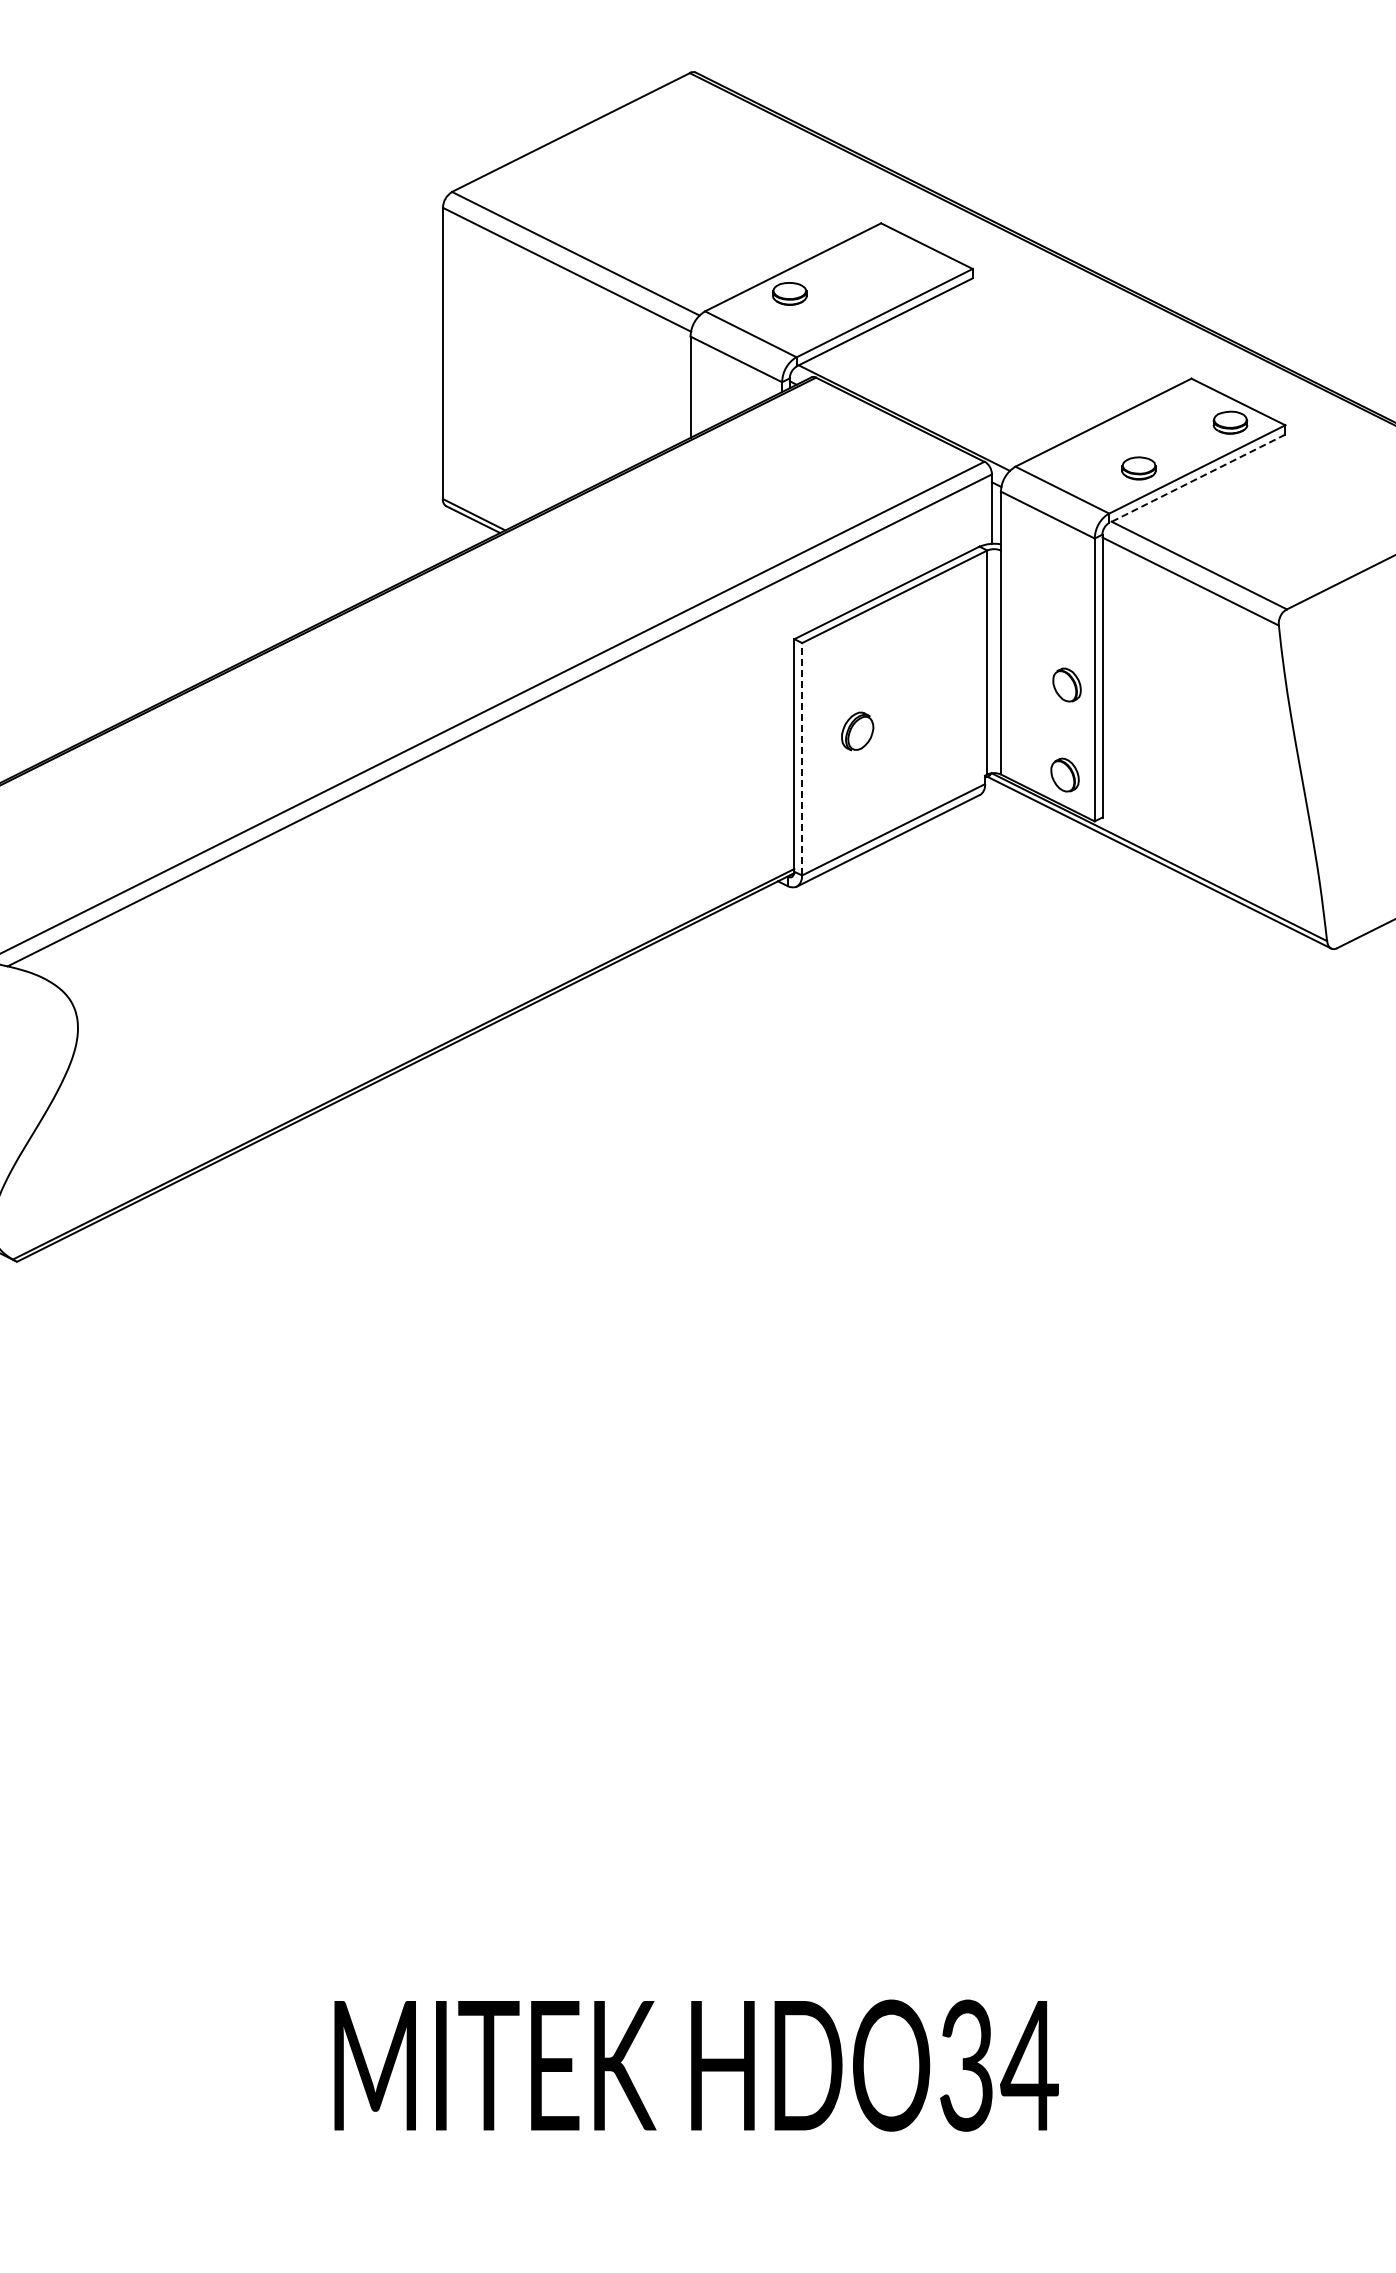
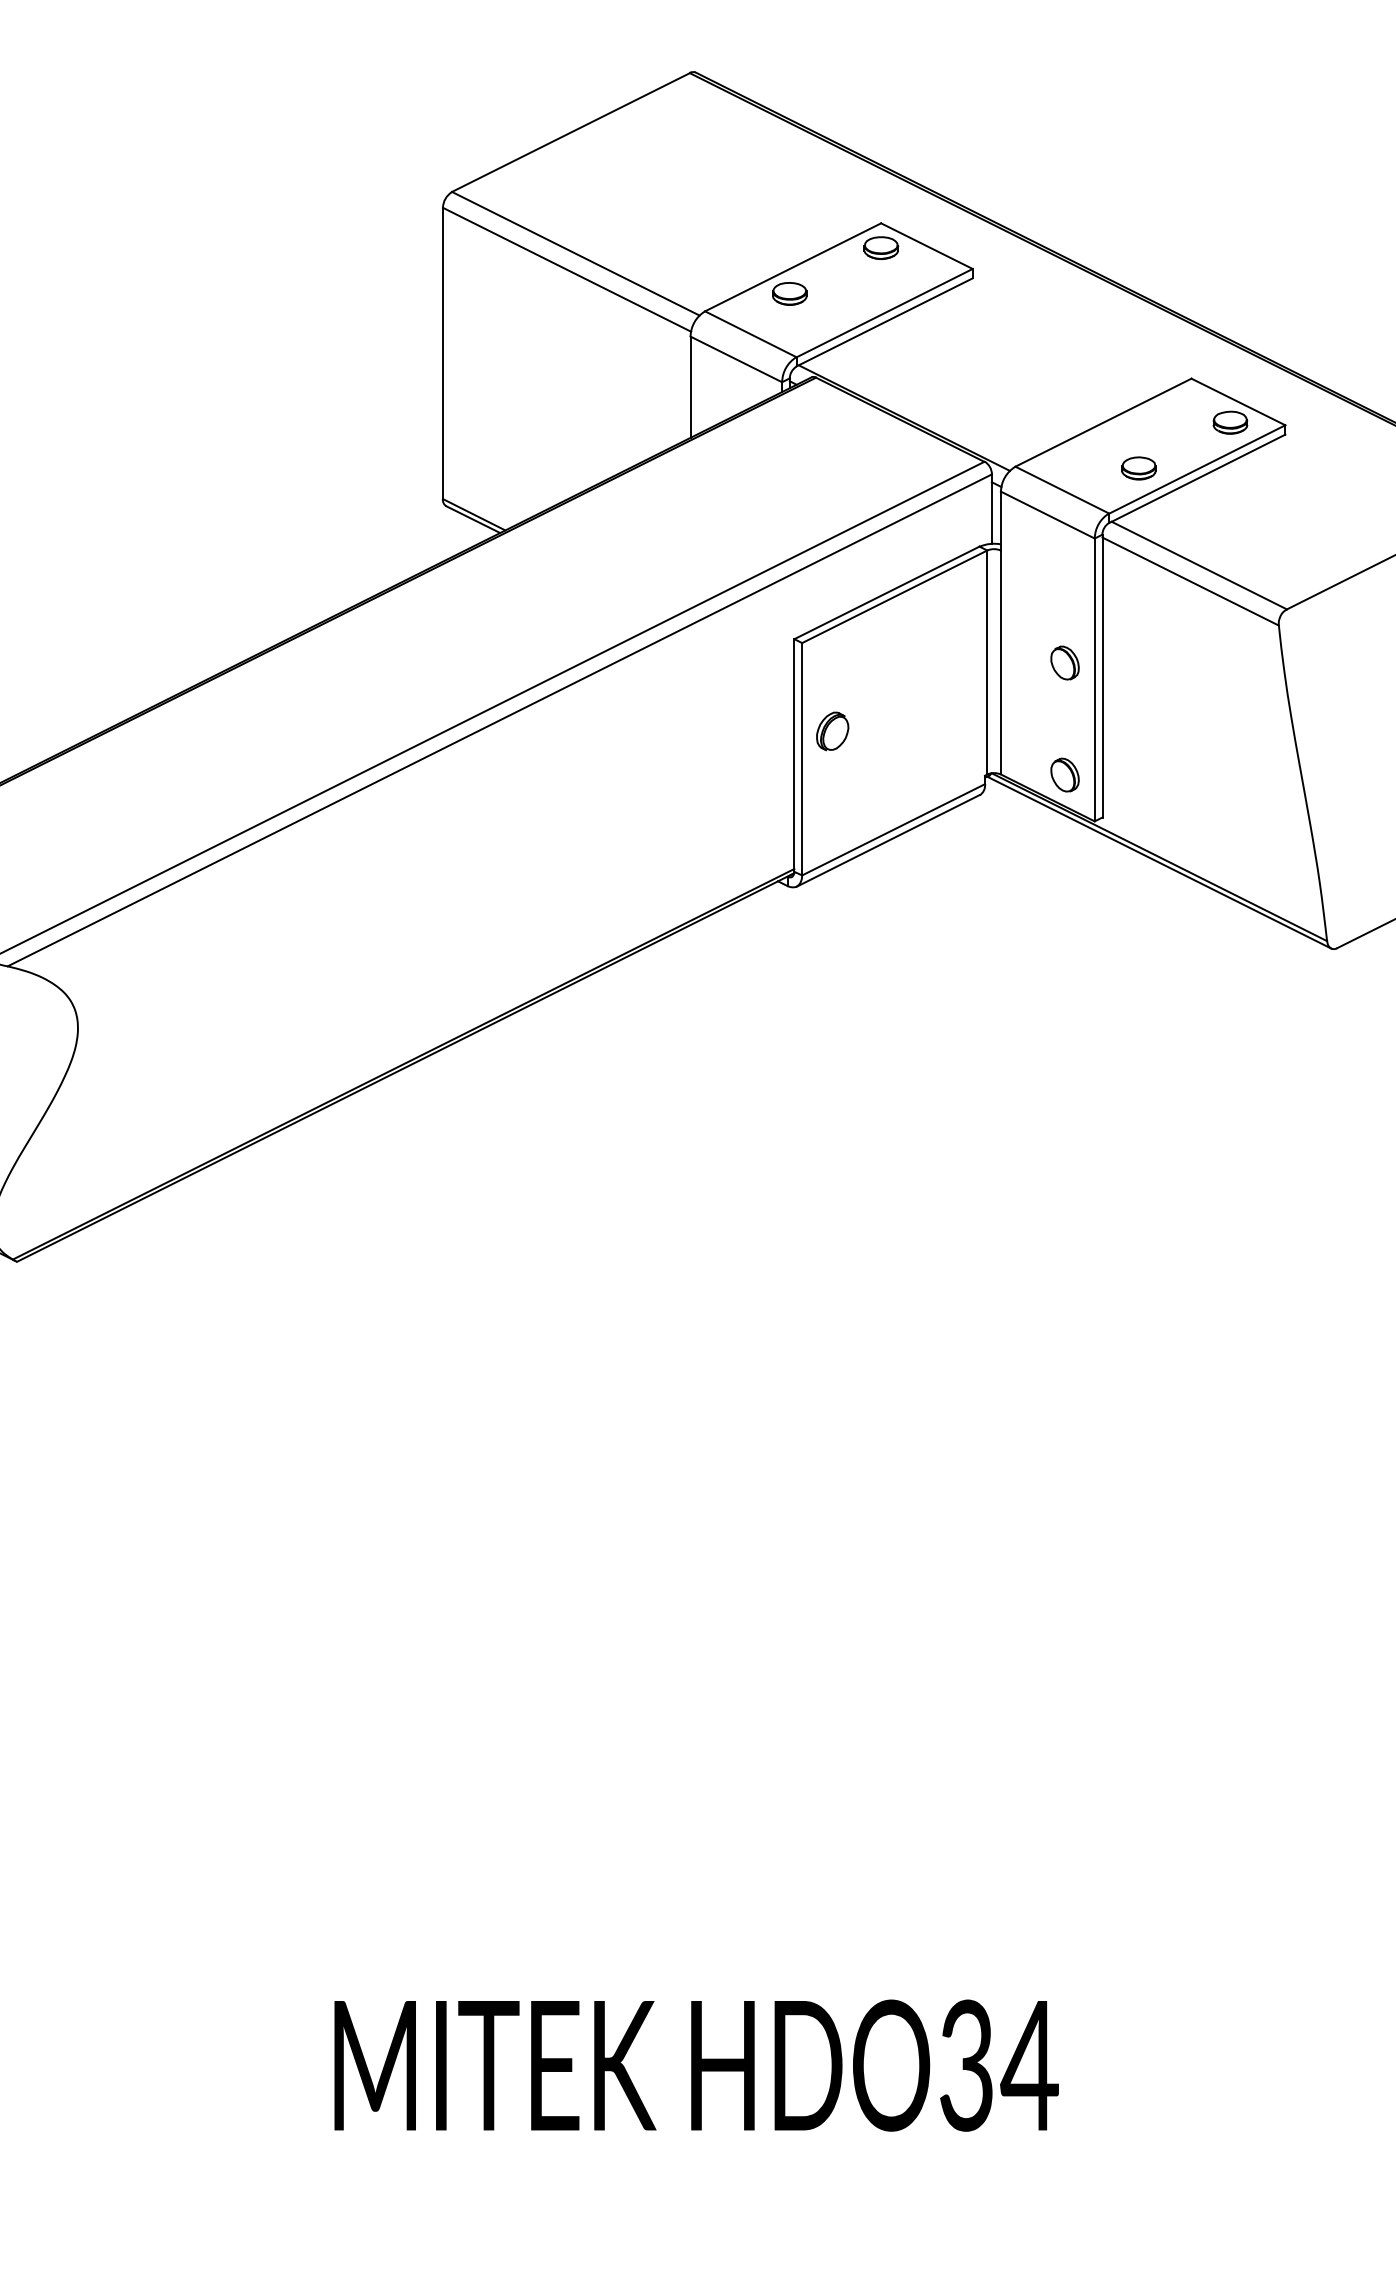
part at (881, 247): none -> present
line at (1196, 479): dashed -> solid
part at (1066, 684) position: (1066, 684) -> (1064, 662)
part at (857, 731) position: (857, 731) -> (832, 731)
line at (802, 758): dashed -> solid
